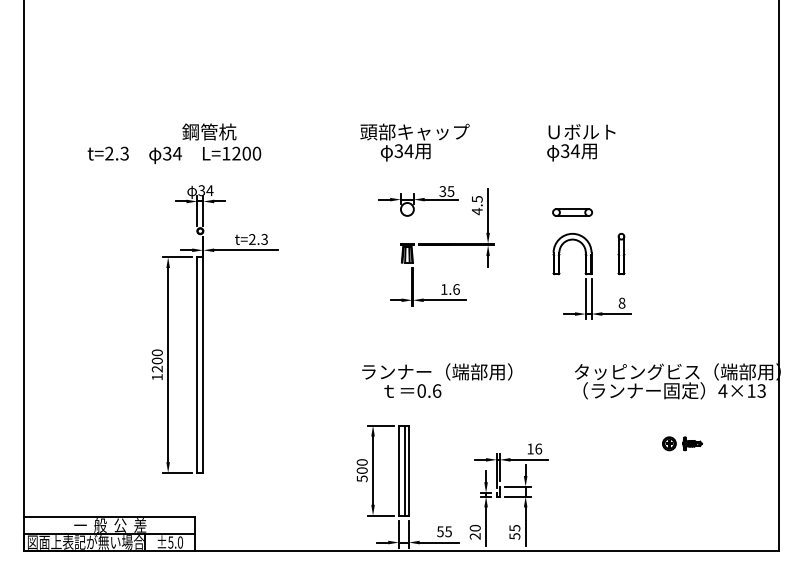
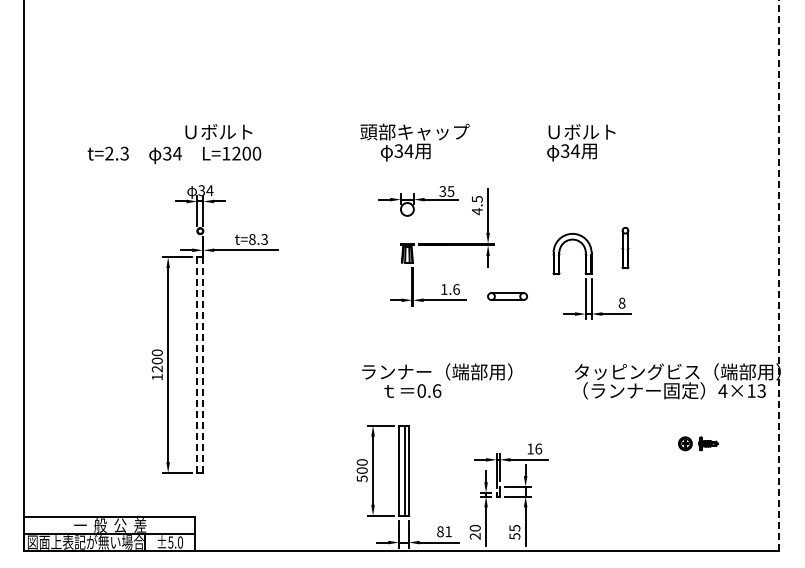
text at (217, 131): 鋼管杭 -> Ｕボルト
part at (572, 212) position: (572, 212) -> (507, 296)
text at (252, 239): t=2.3 -> t=8.3
part at (621, 254) position: (621, 254) -> (625, 248)
line at (779, 275): solid -> dashed
line at (197, 365): solid -> dashed
line at (203, 365): solid -> dashed
part at (682, 443) position: (682, 443) -> (698, 443)
text at (444, 531): 55 -> 81
